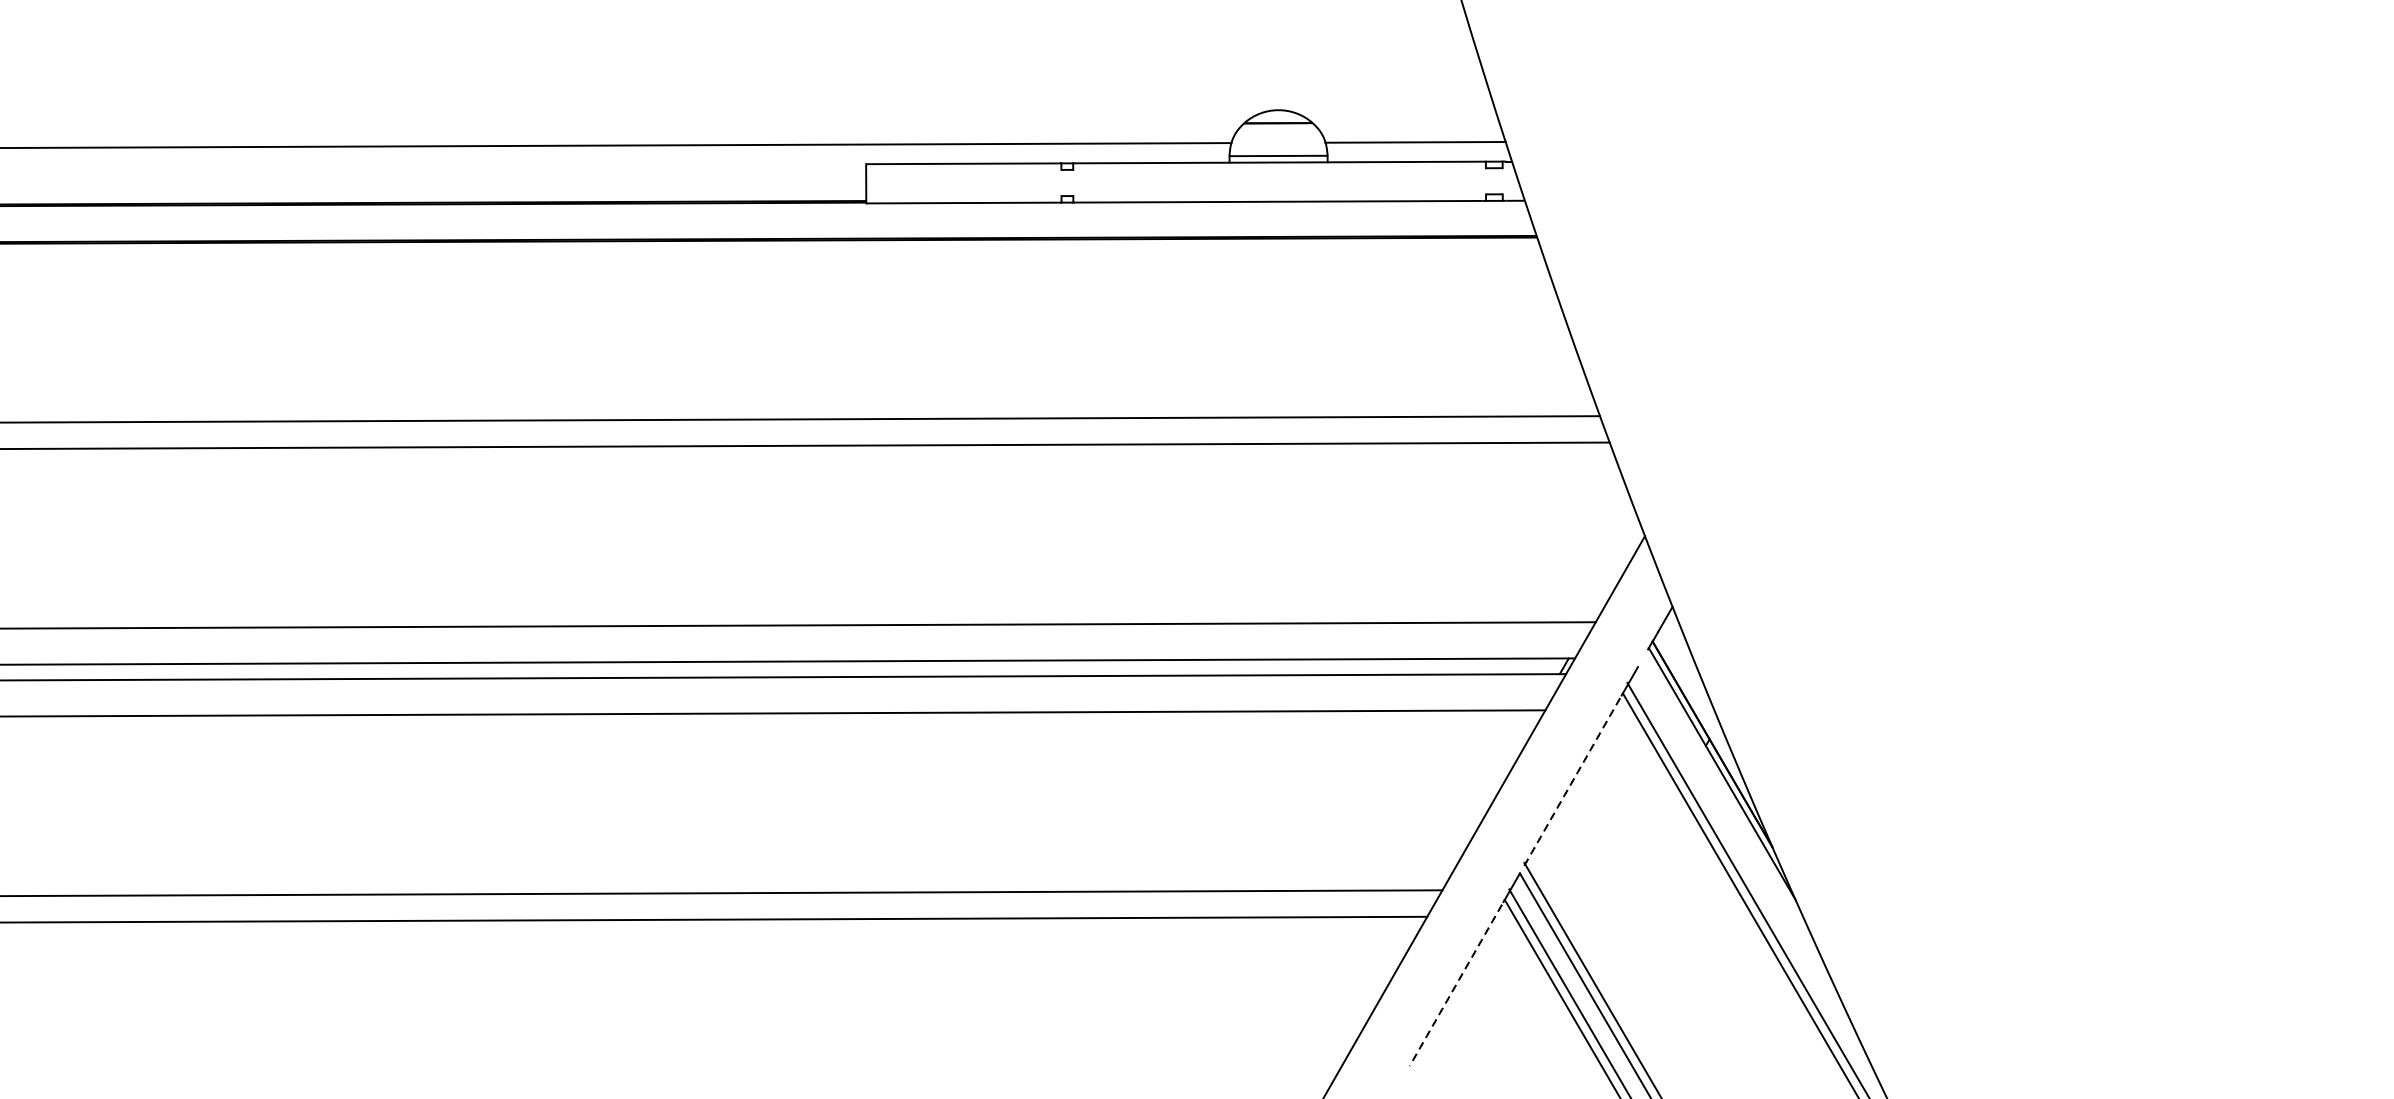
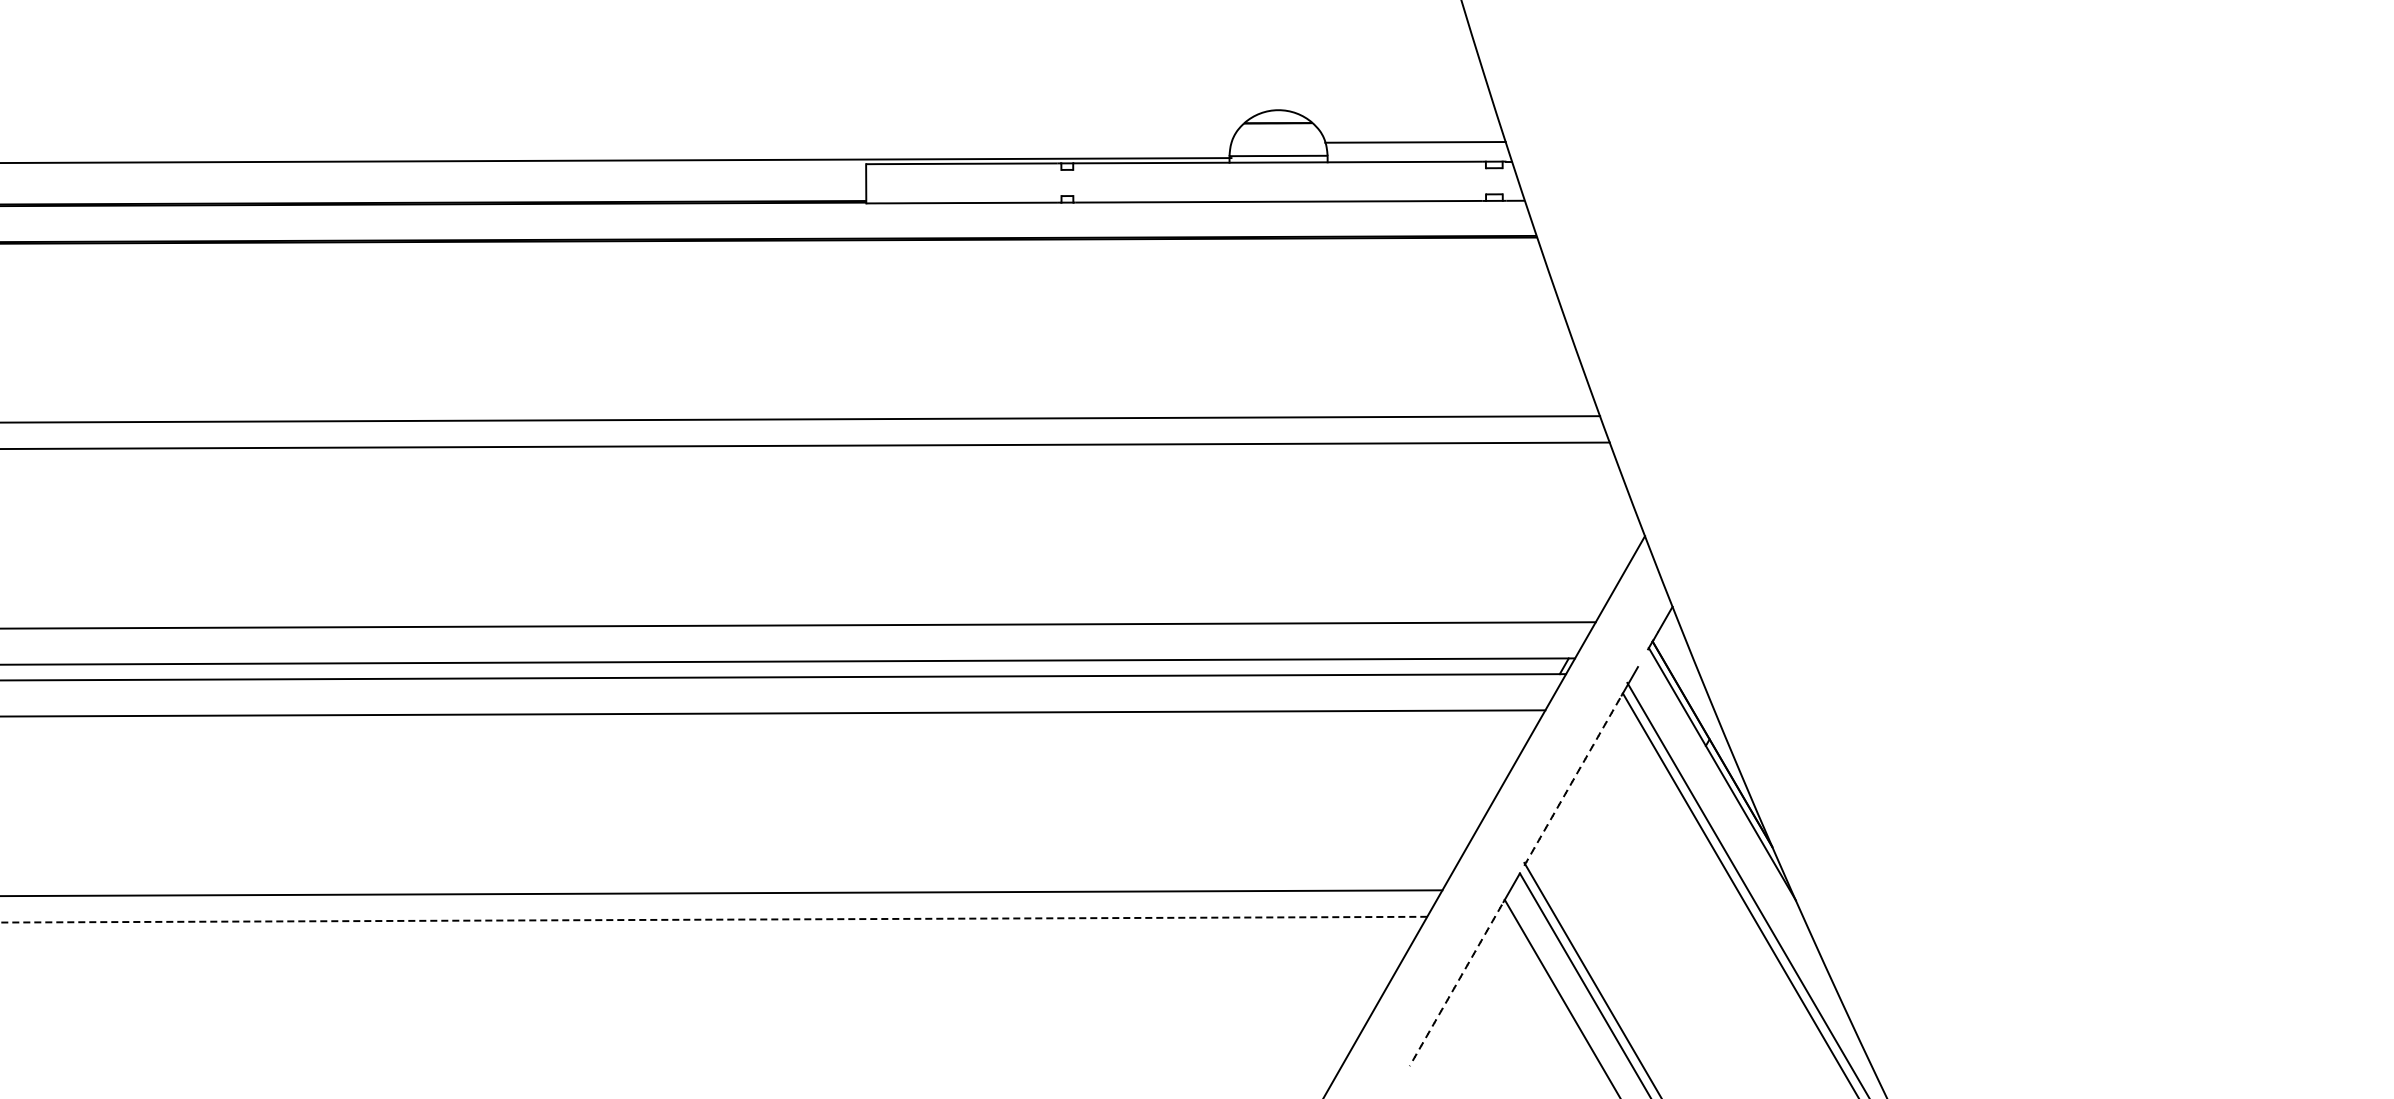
line at (616, 145) position: (616, 145) -> (616, 160)
line at (713, 919): solid -> dashed
line at (1569, 992): present -> none
